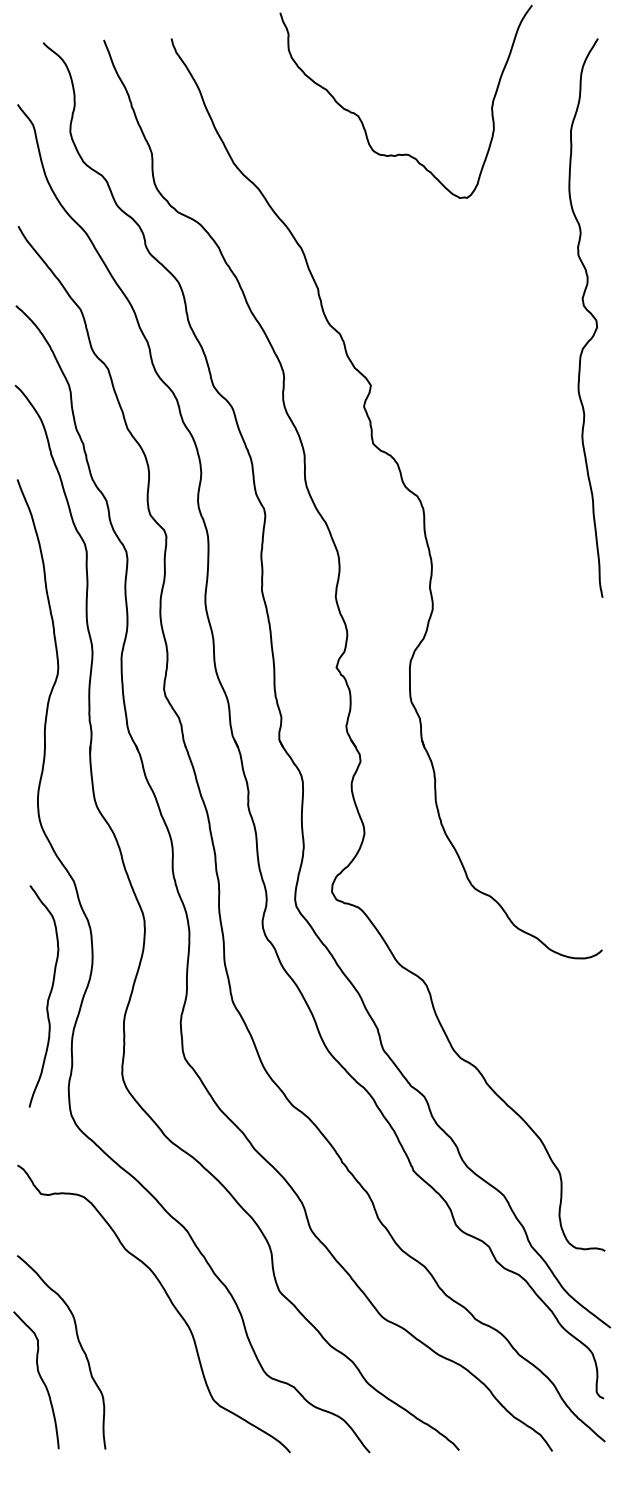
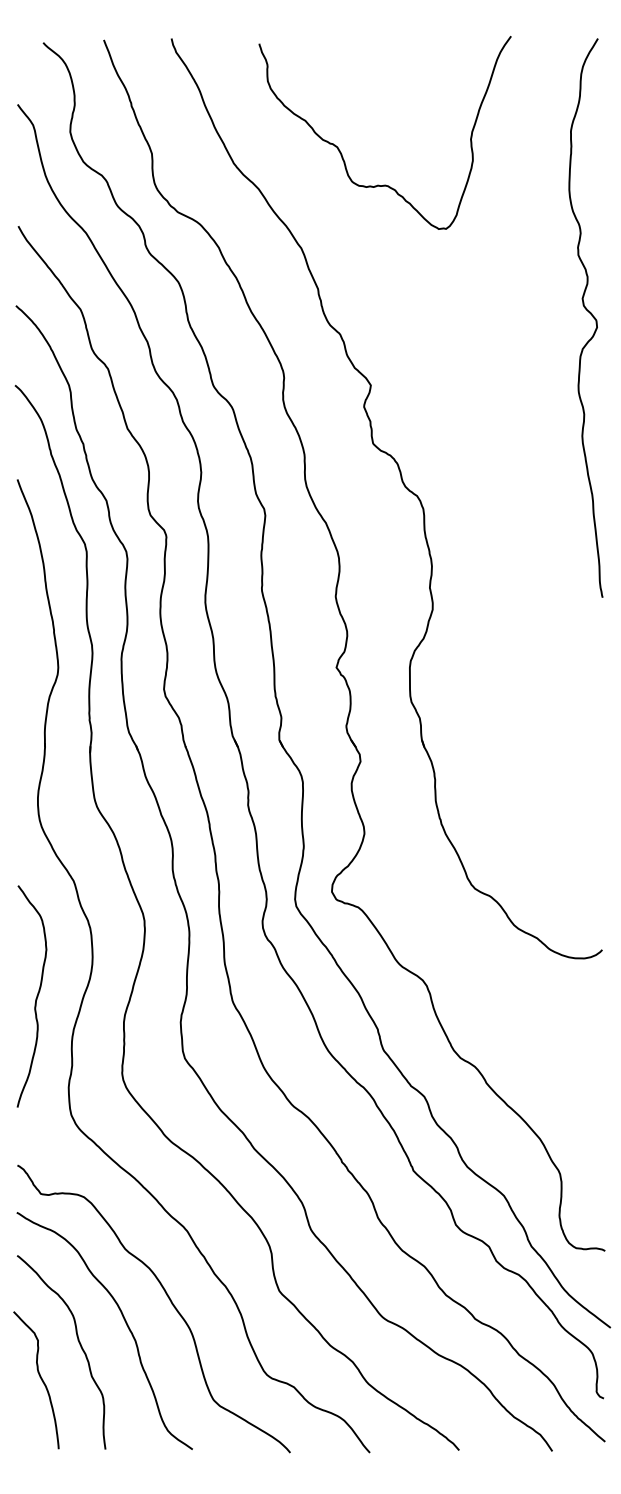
curve at (363, 123) position: (363, 123) -> (342, 154)
curve at (47, 998) position: (47, 998) -> (35, 998)
curve at (124, 1321): none -> present
